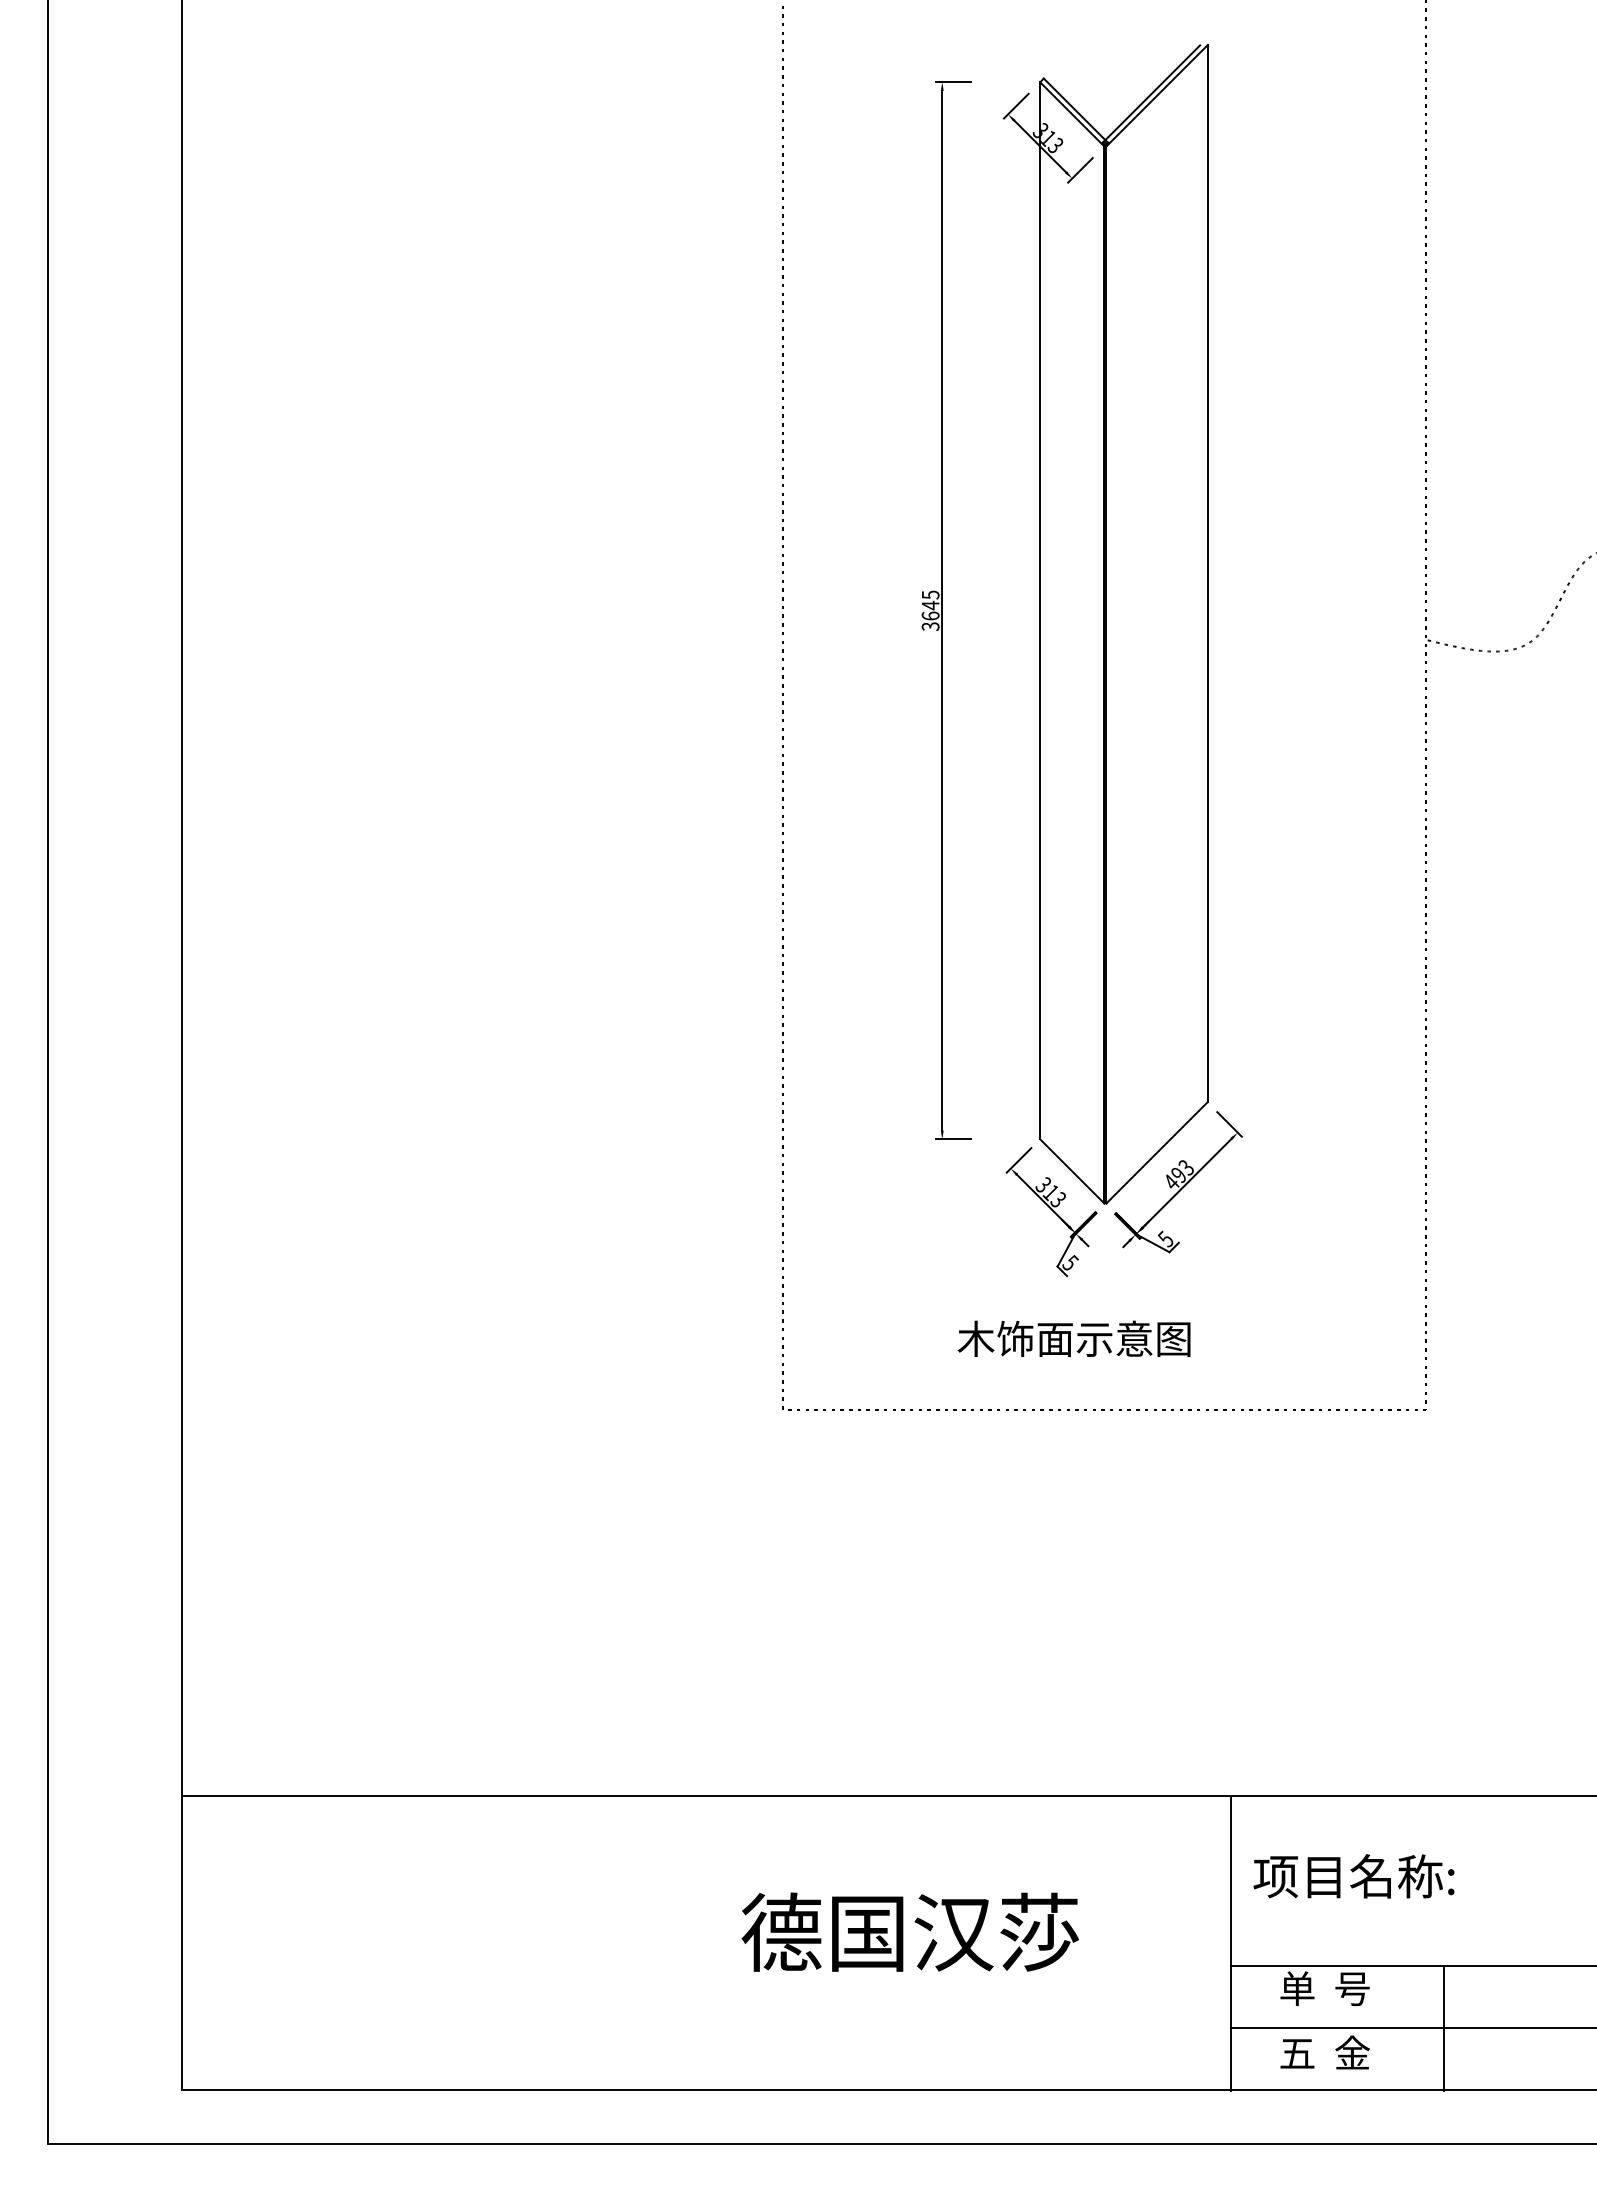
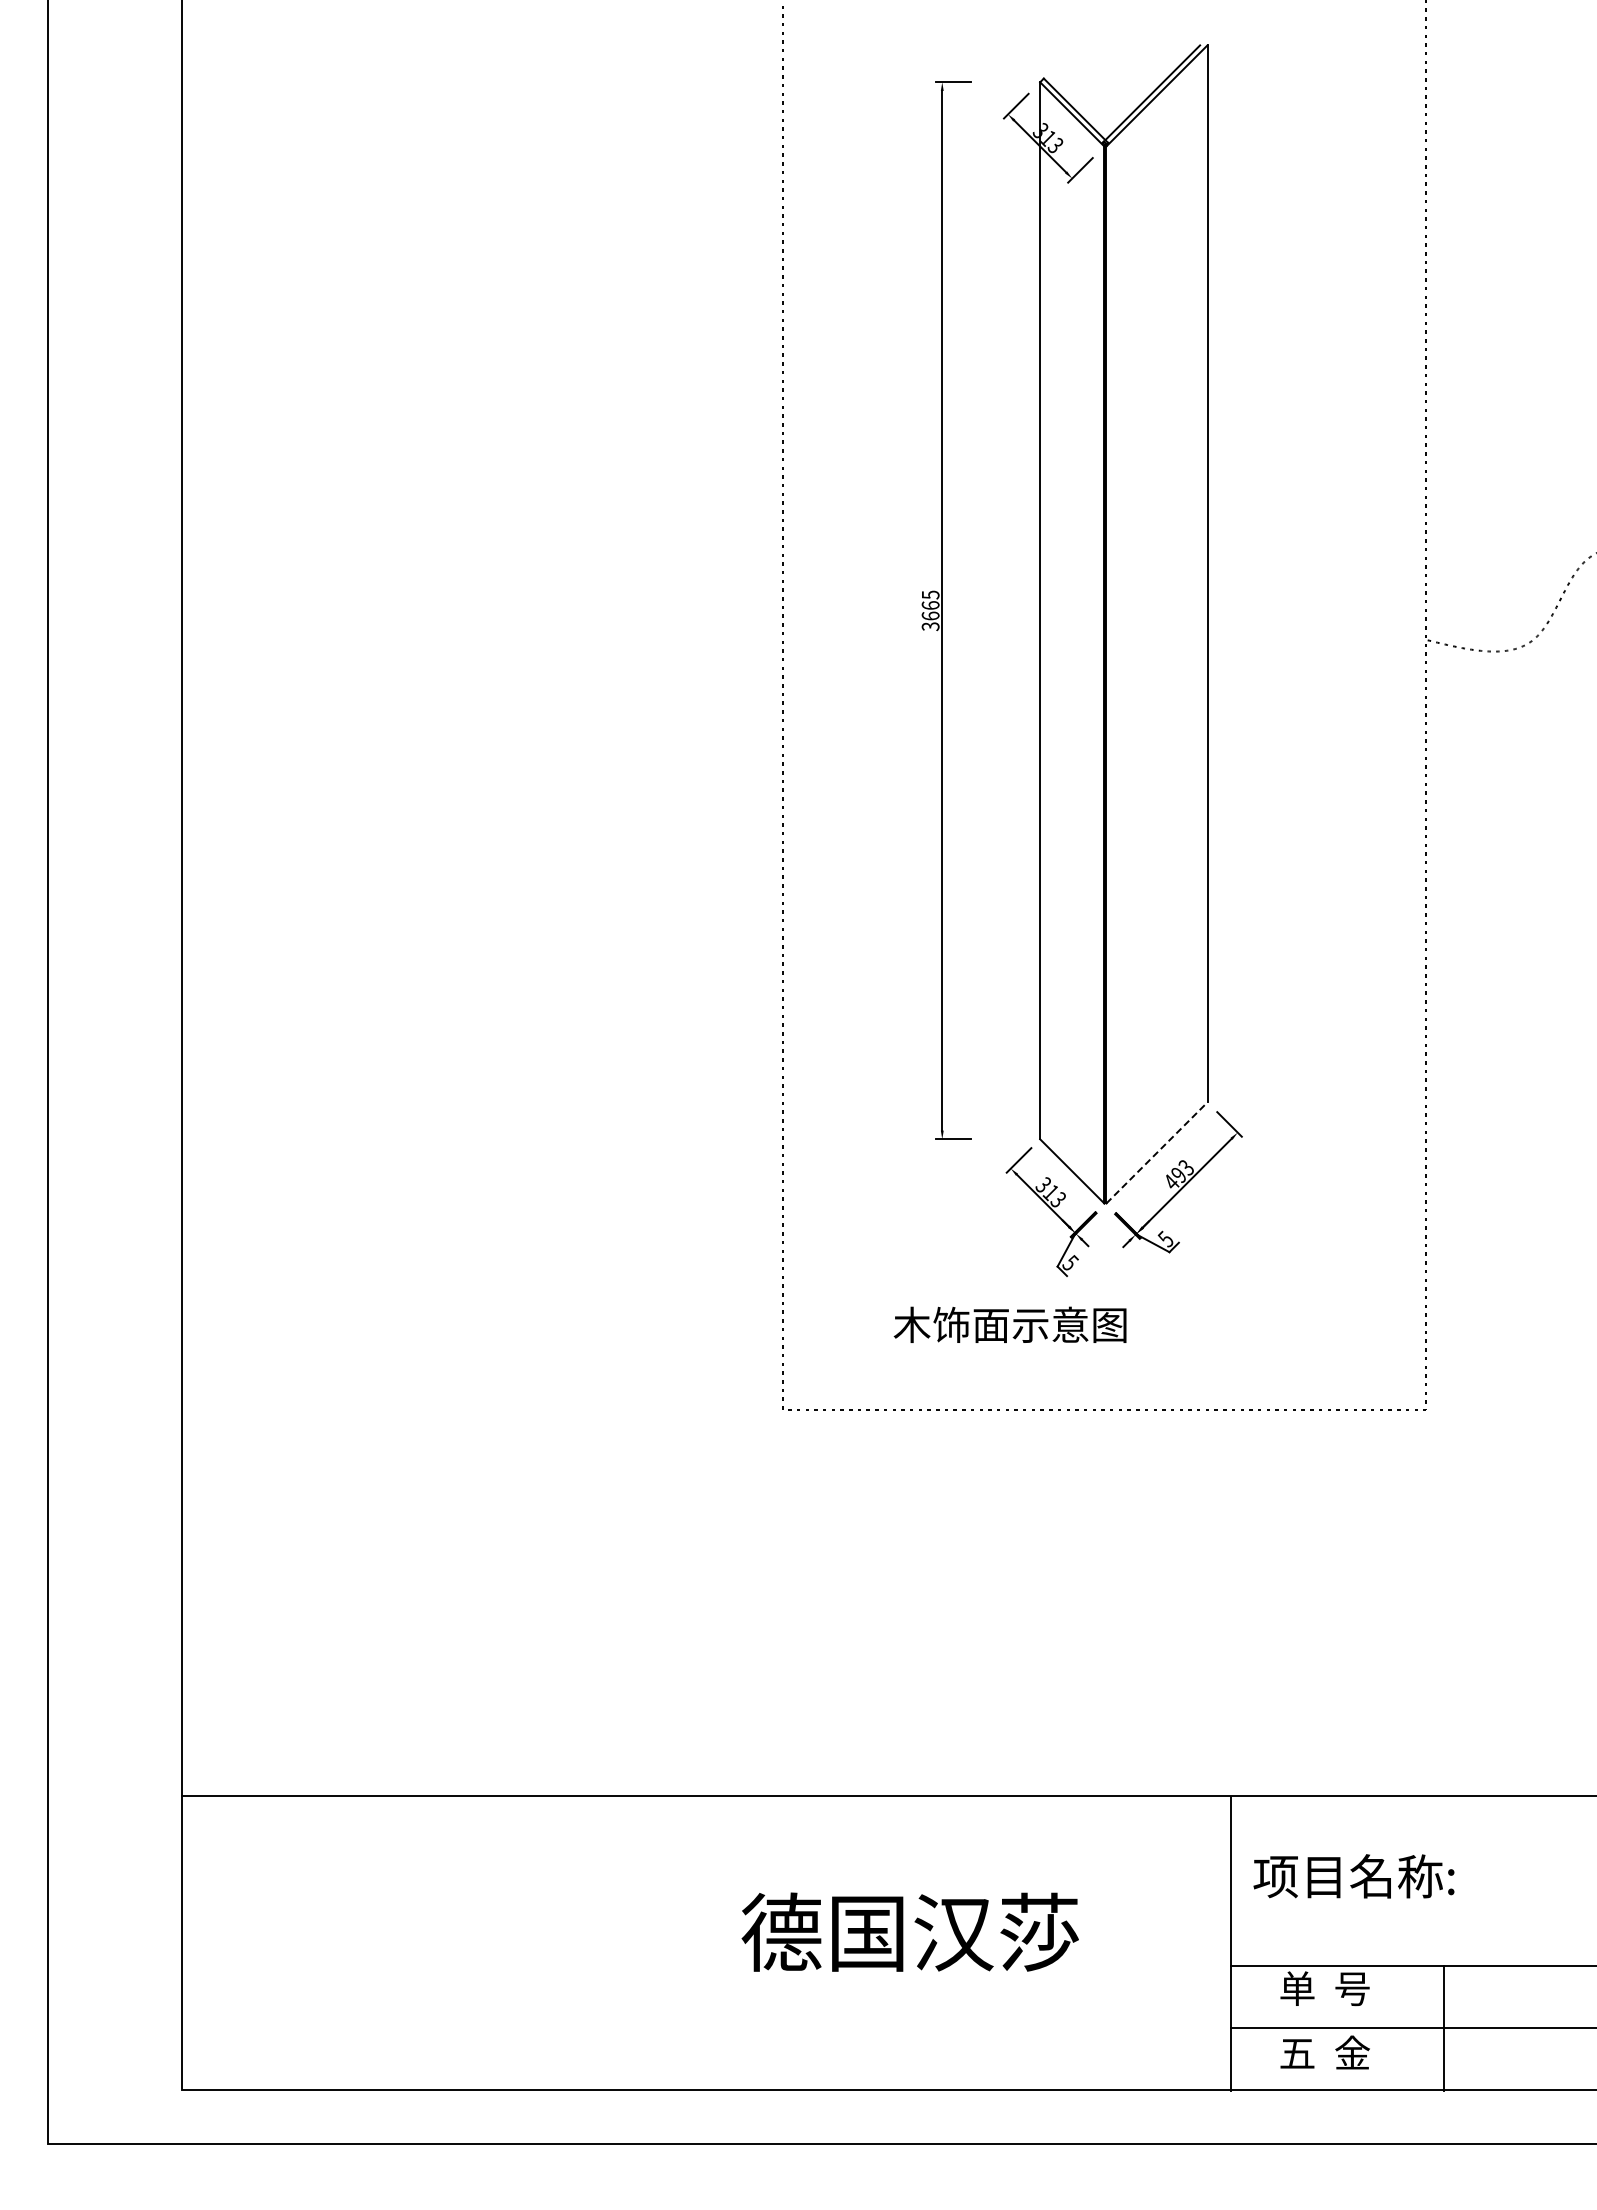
text at (930, 605): 3645 -> 3665
line at (1157, 1152): solid -> dashed
text at (1073, 1338) position: (1073, 1338) -> (1009, 1324)
